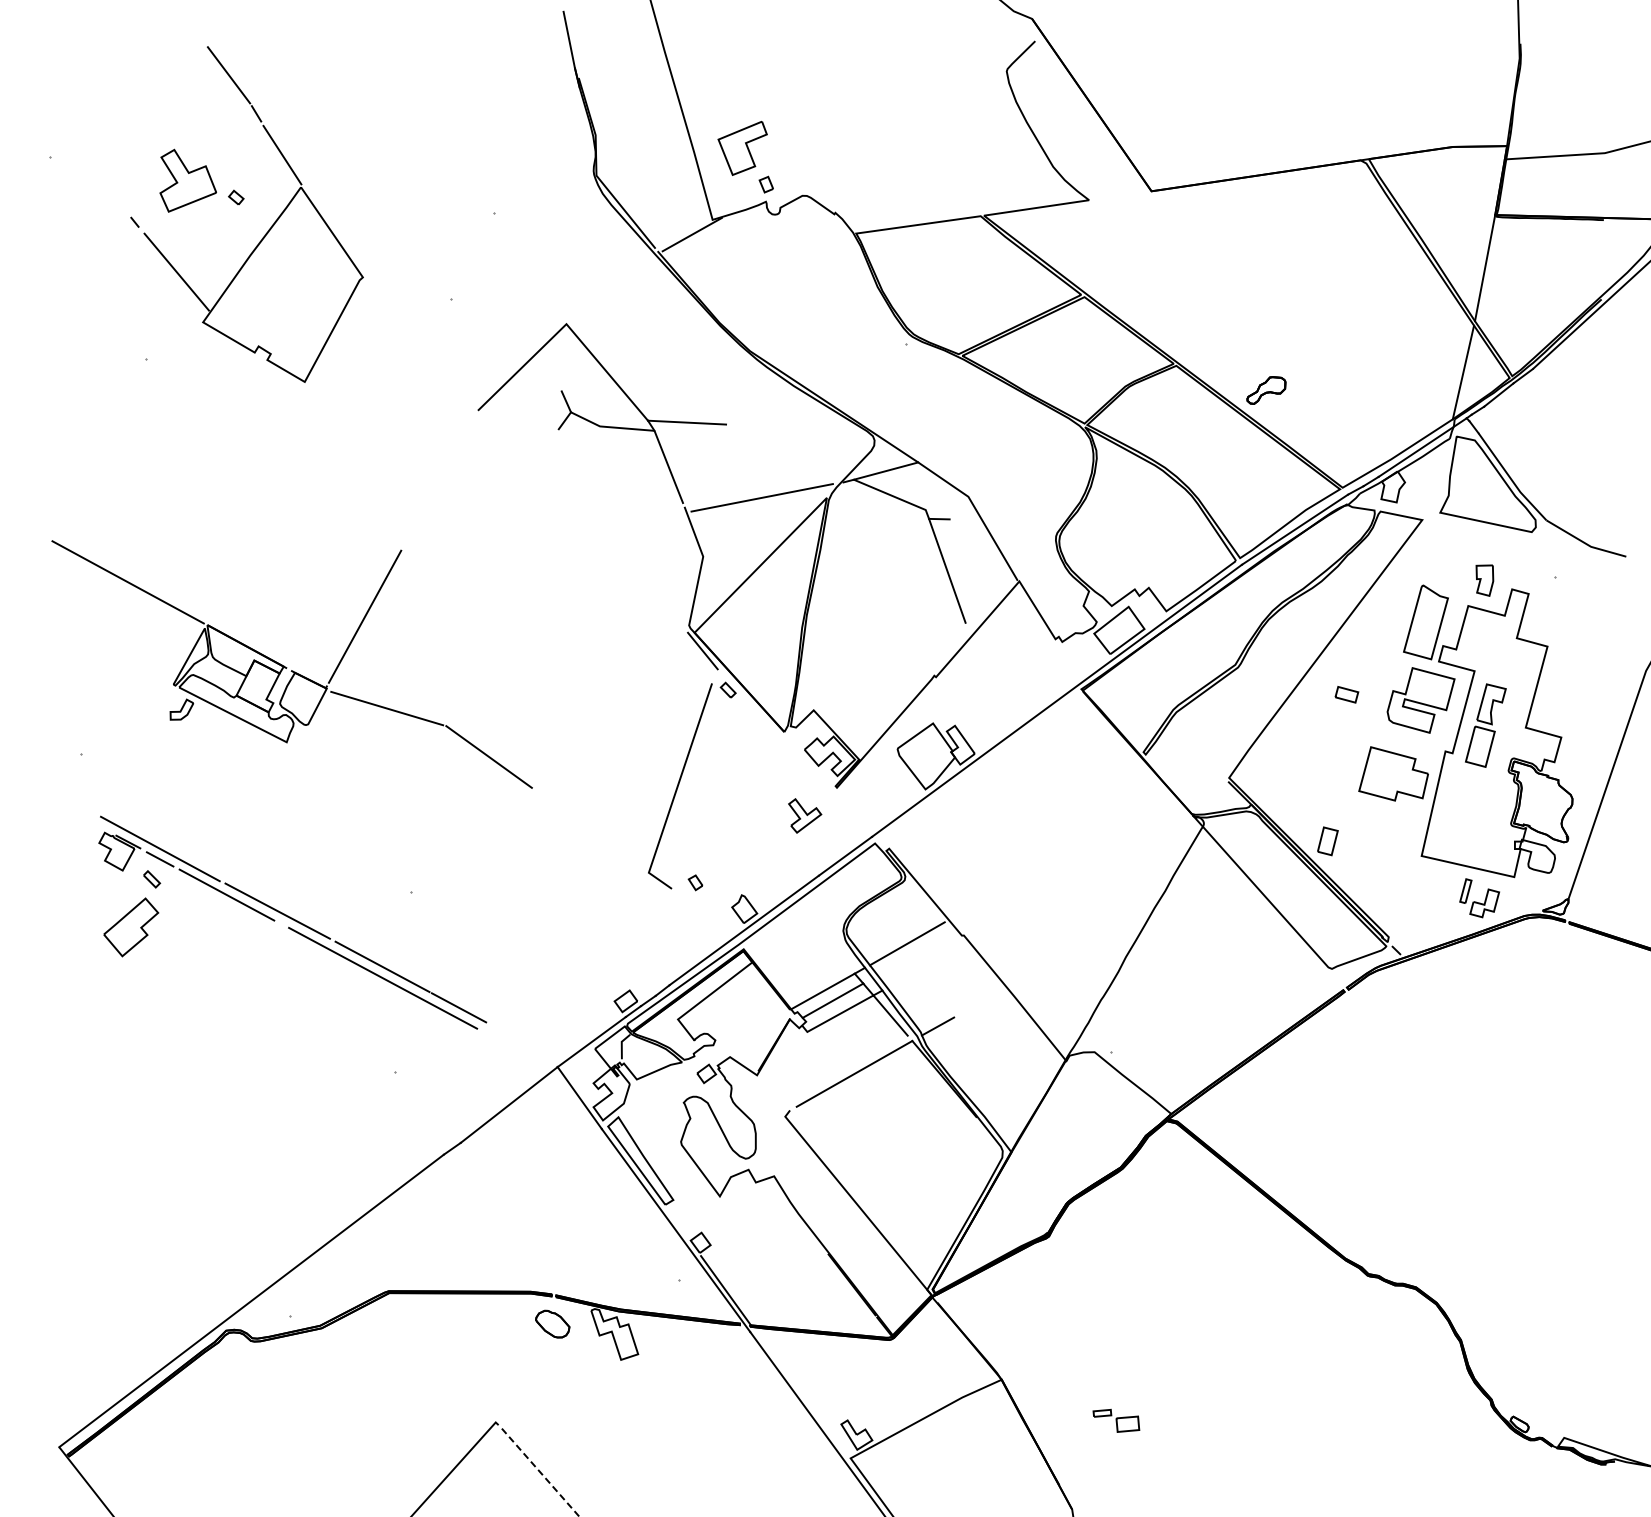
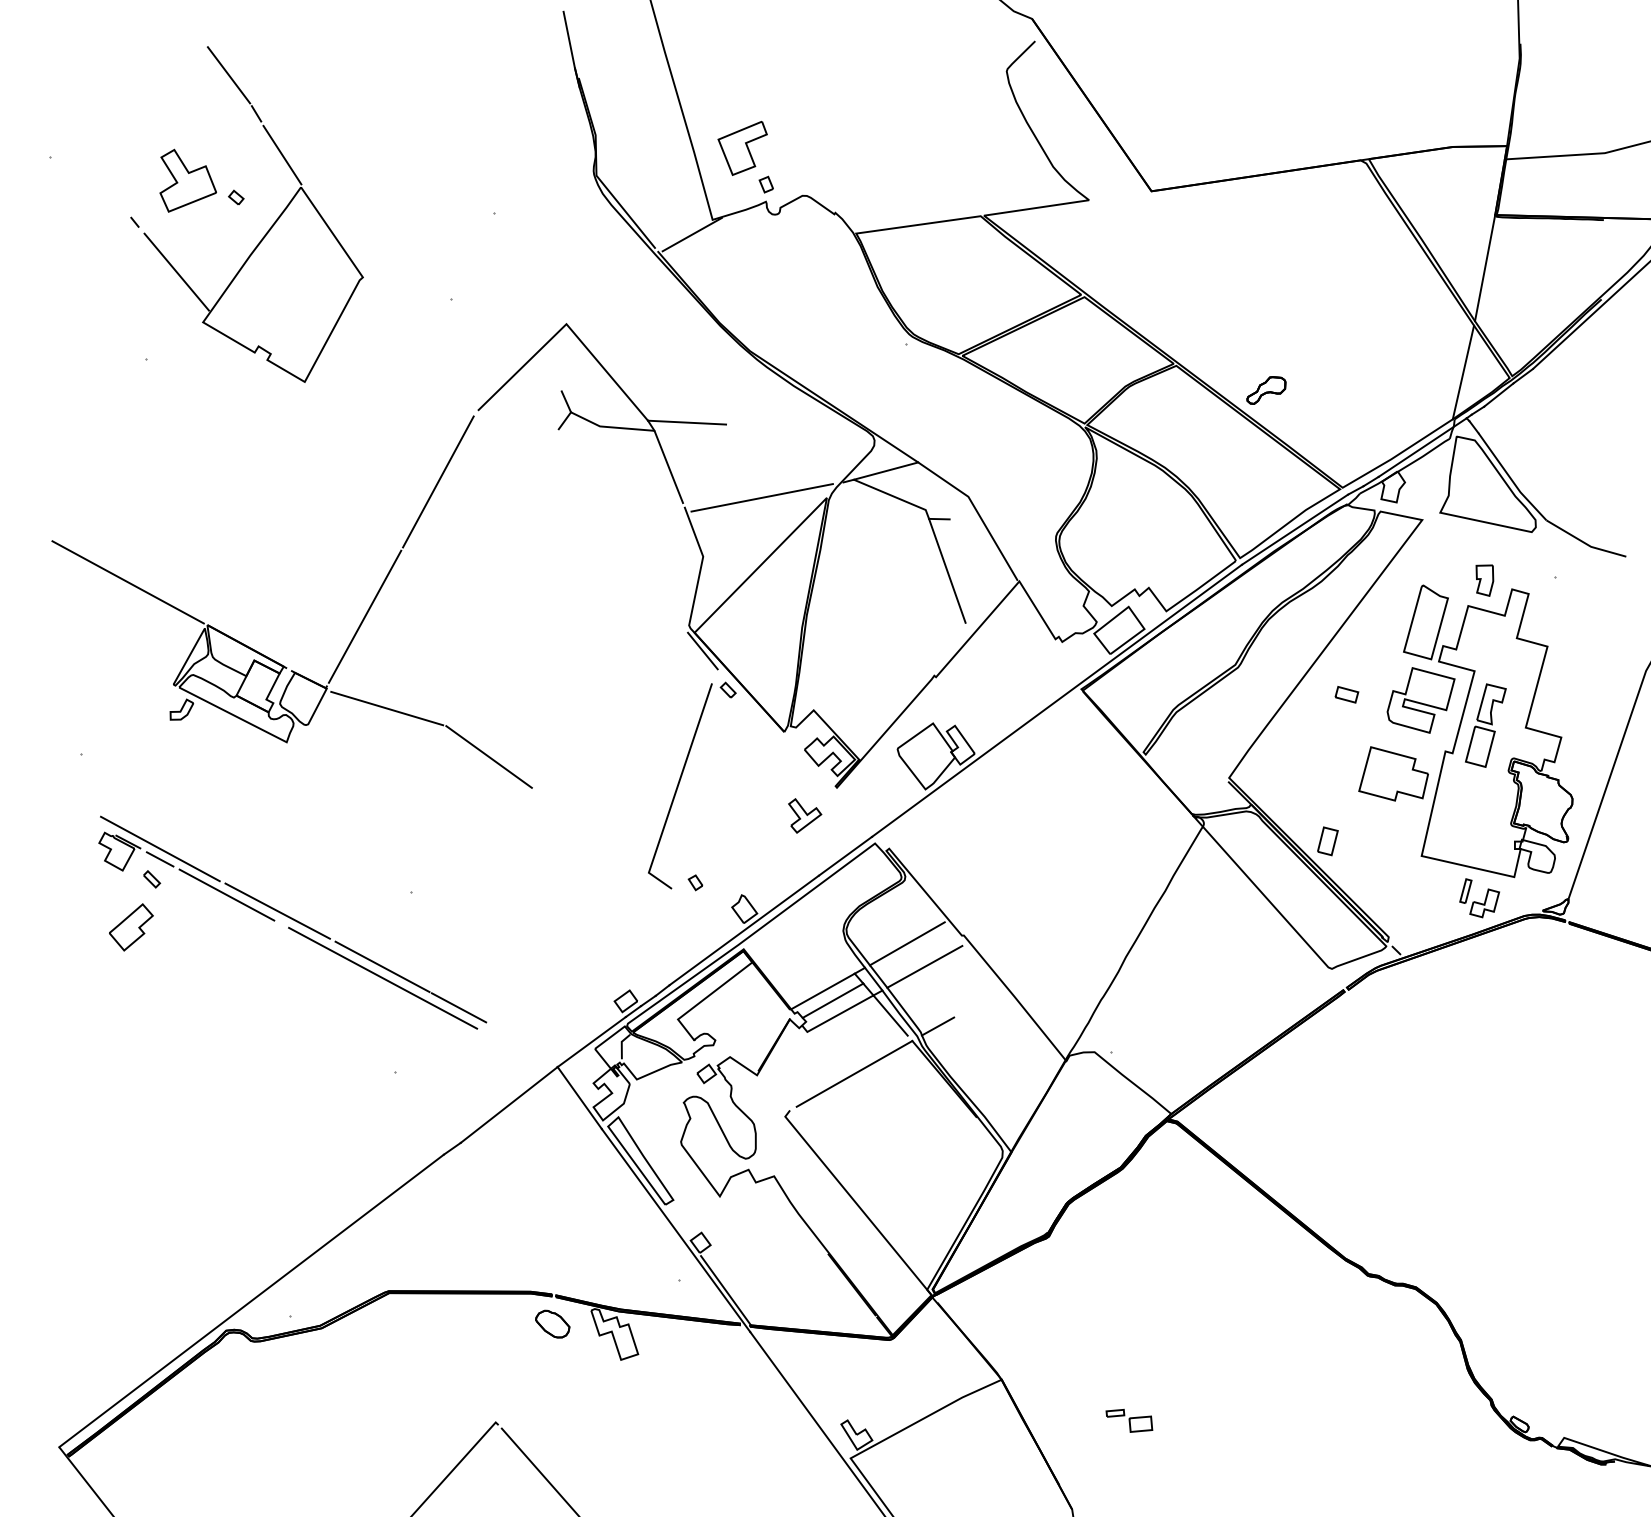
line at (438, 481): none -> present
part at (131, 927) size: 57x61 px -> 45x49 px
line at (924, 966): none -> present
part at (1116, 1420) position: (1116, 1420) -> (1129, 1420)
line at (540, 1472): dashed -> solid
